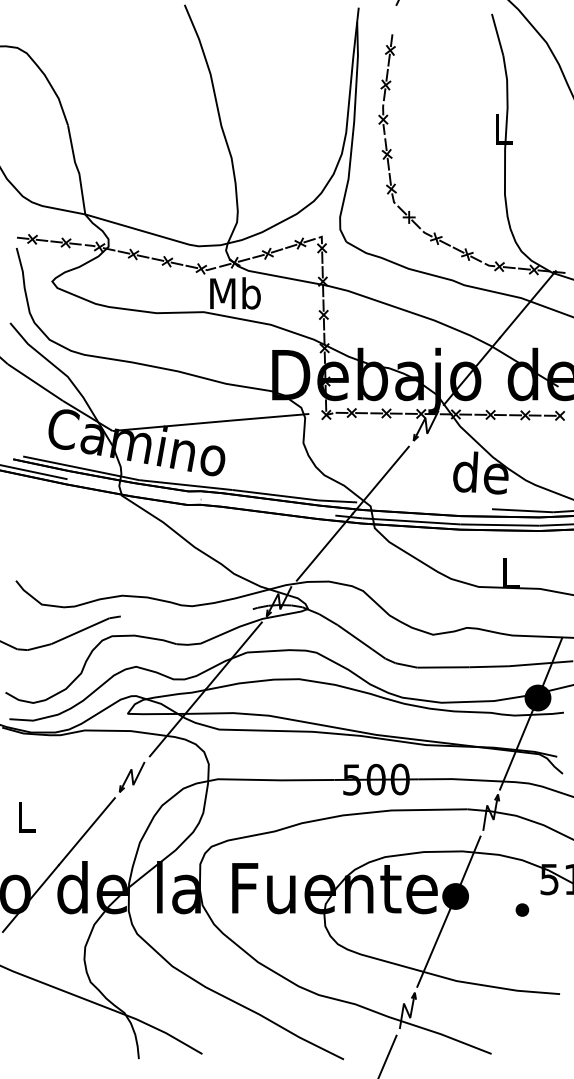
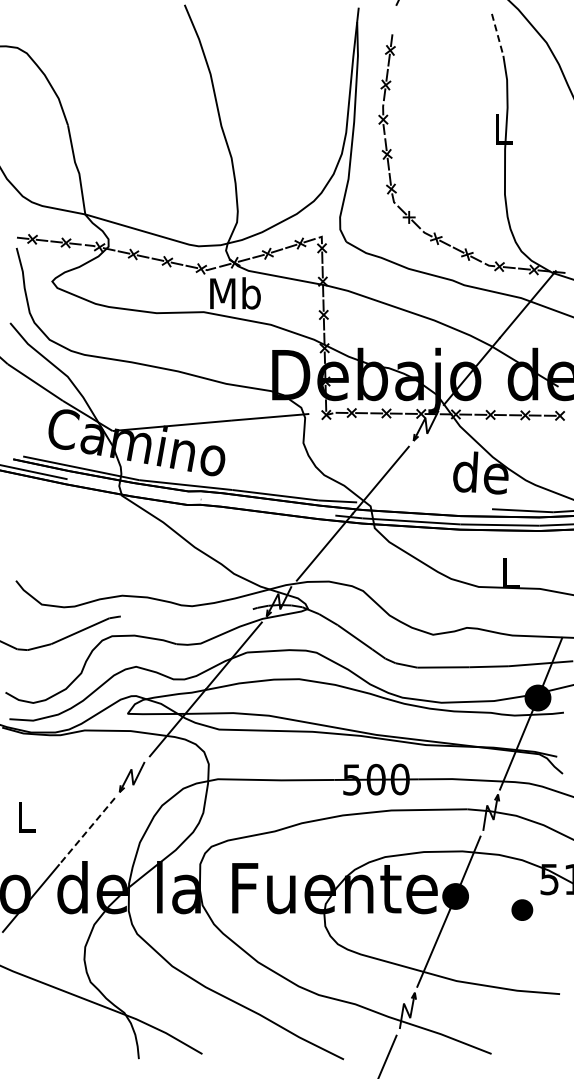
line at (497, 34): solid -> dashed
line at (86, 831): solid -> dashed
part at (522, 909) size: 15x14 px -> 23x22 px
